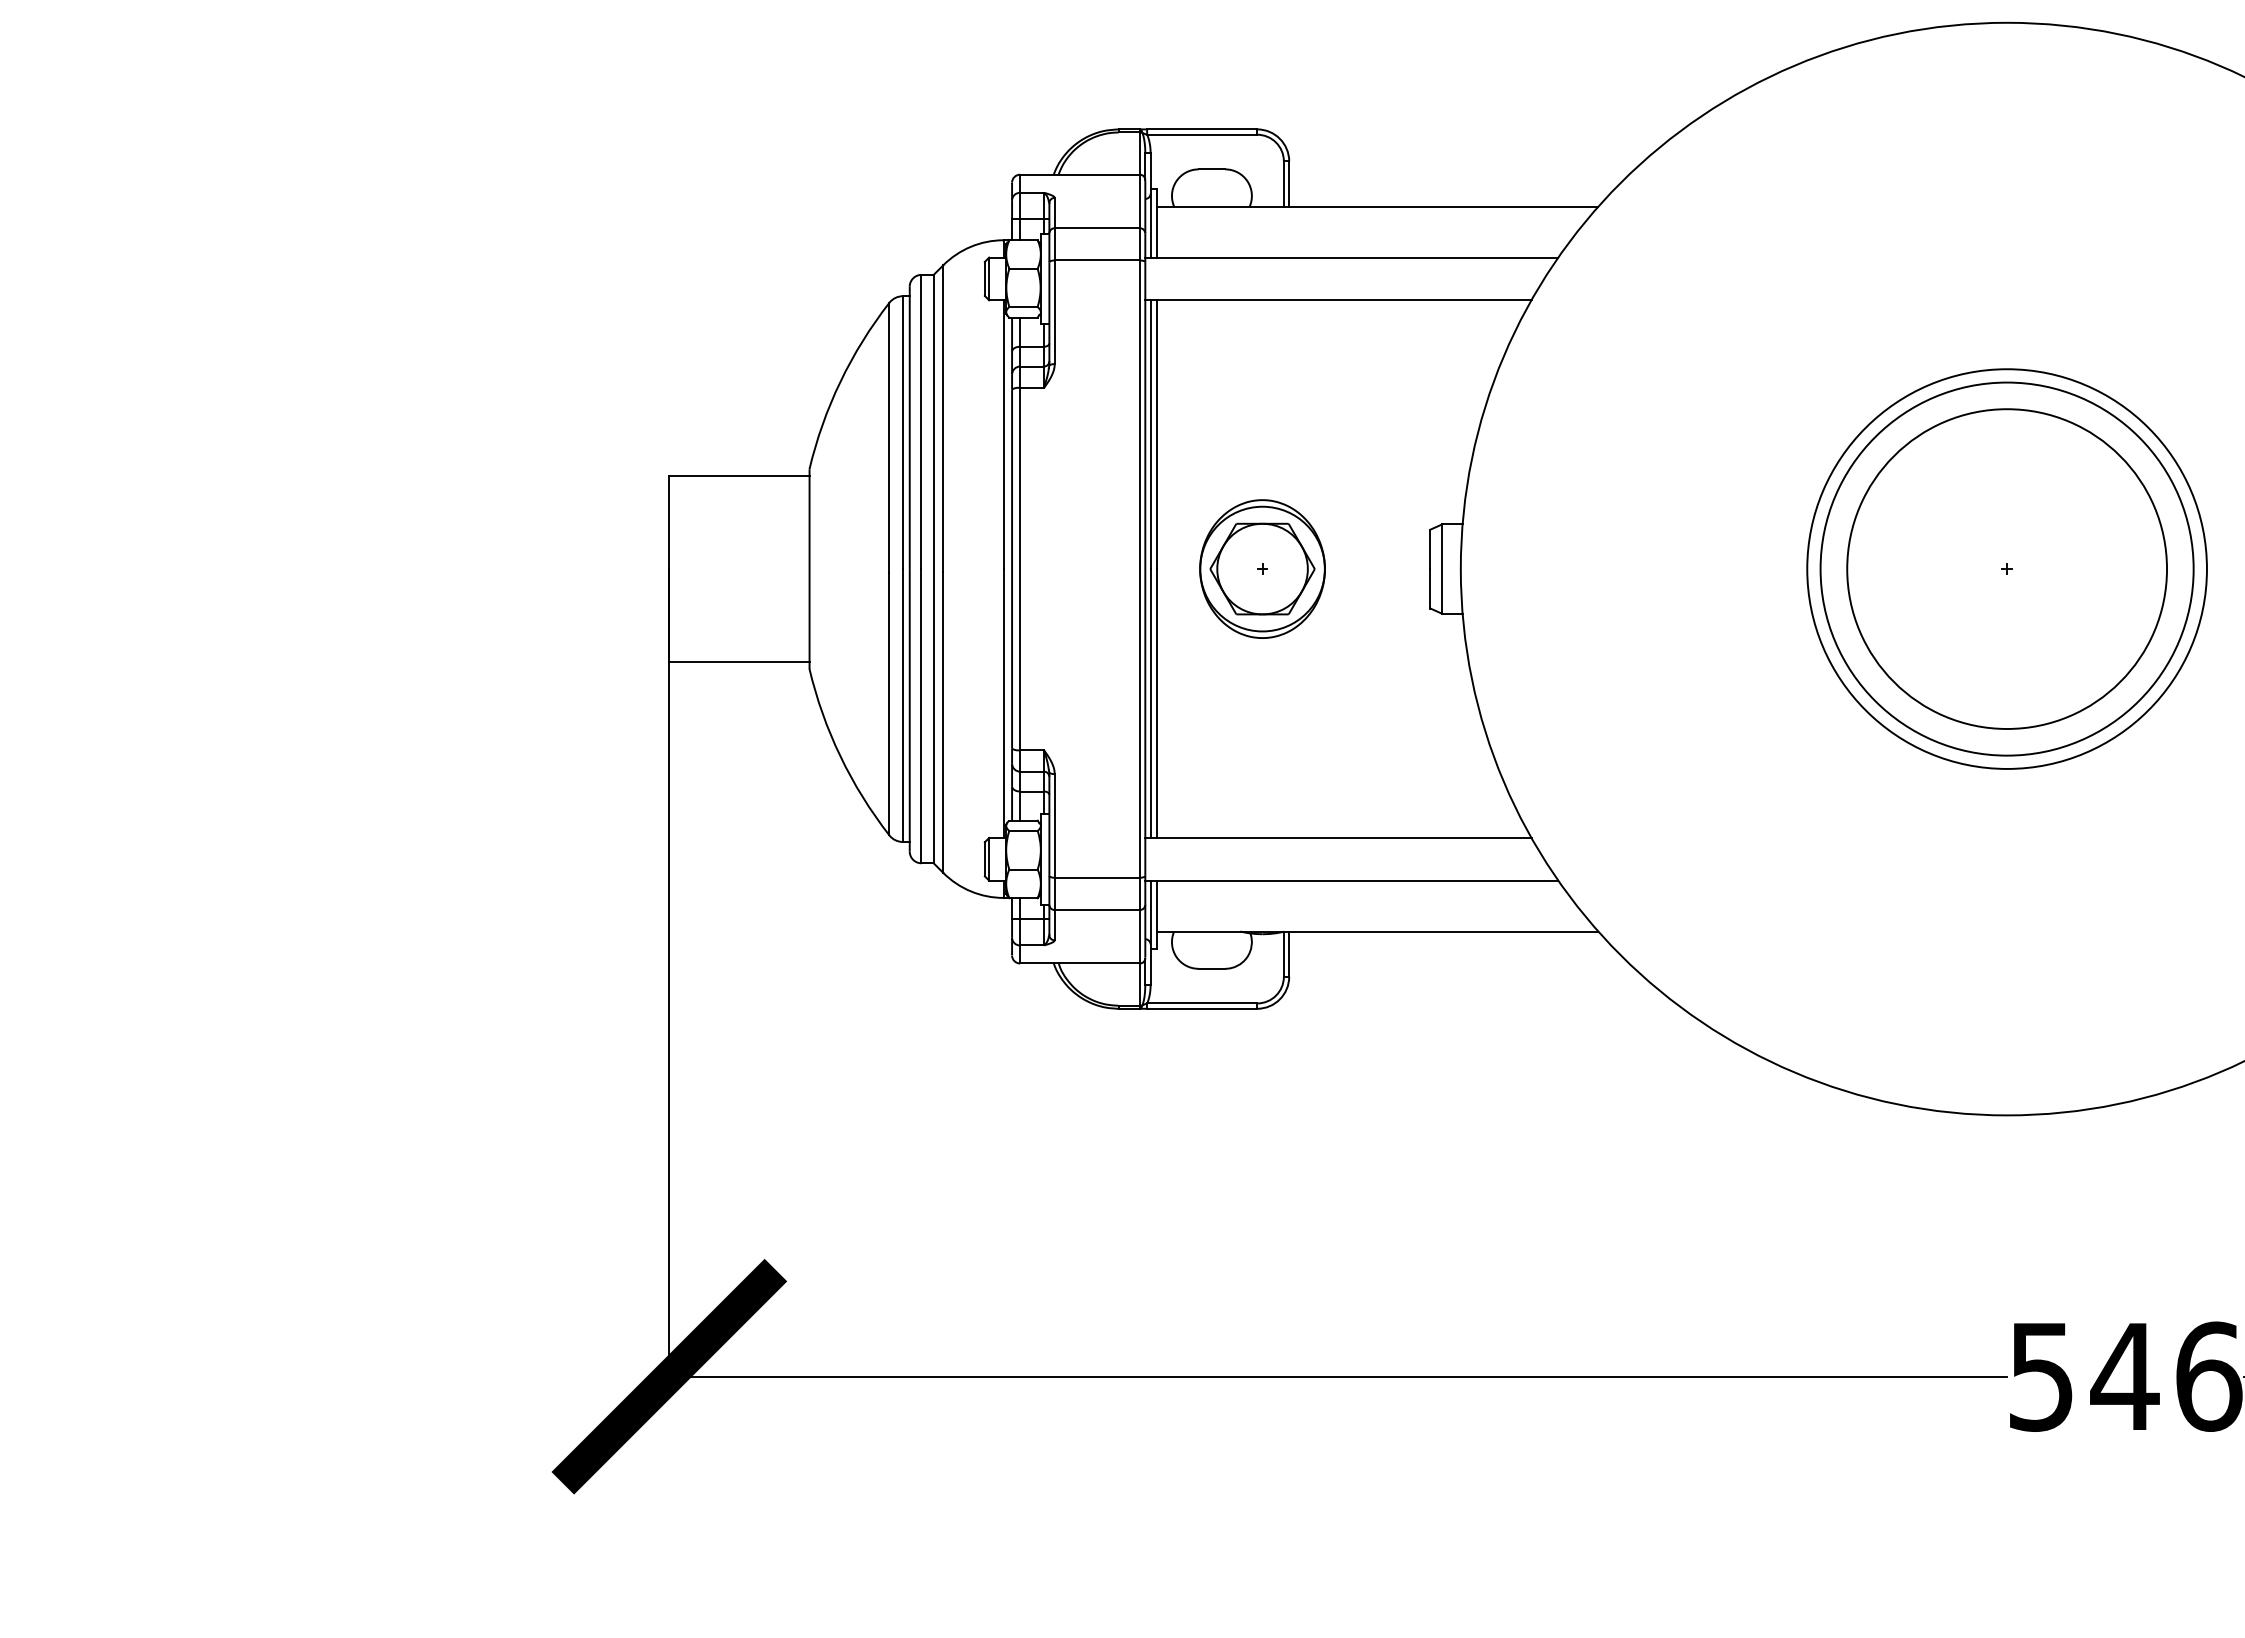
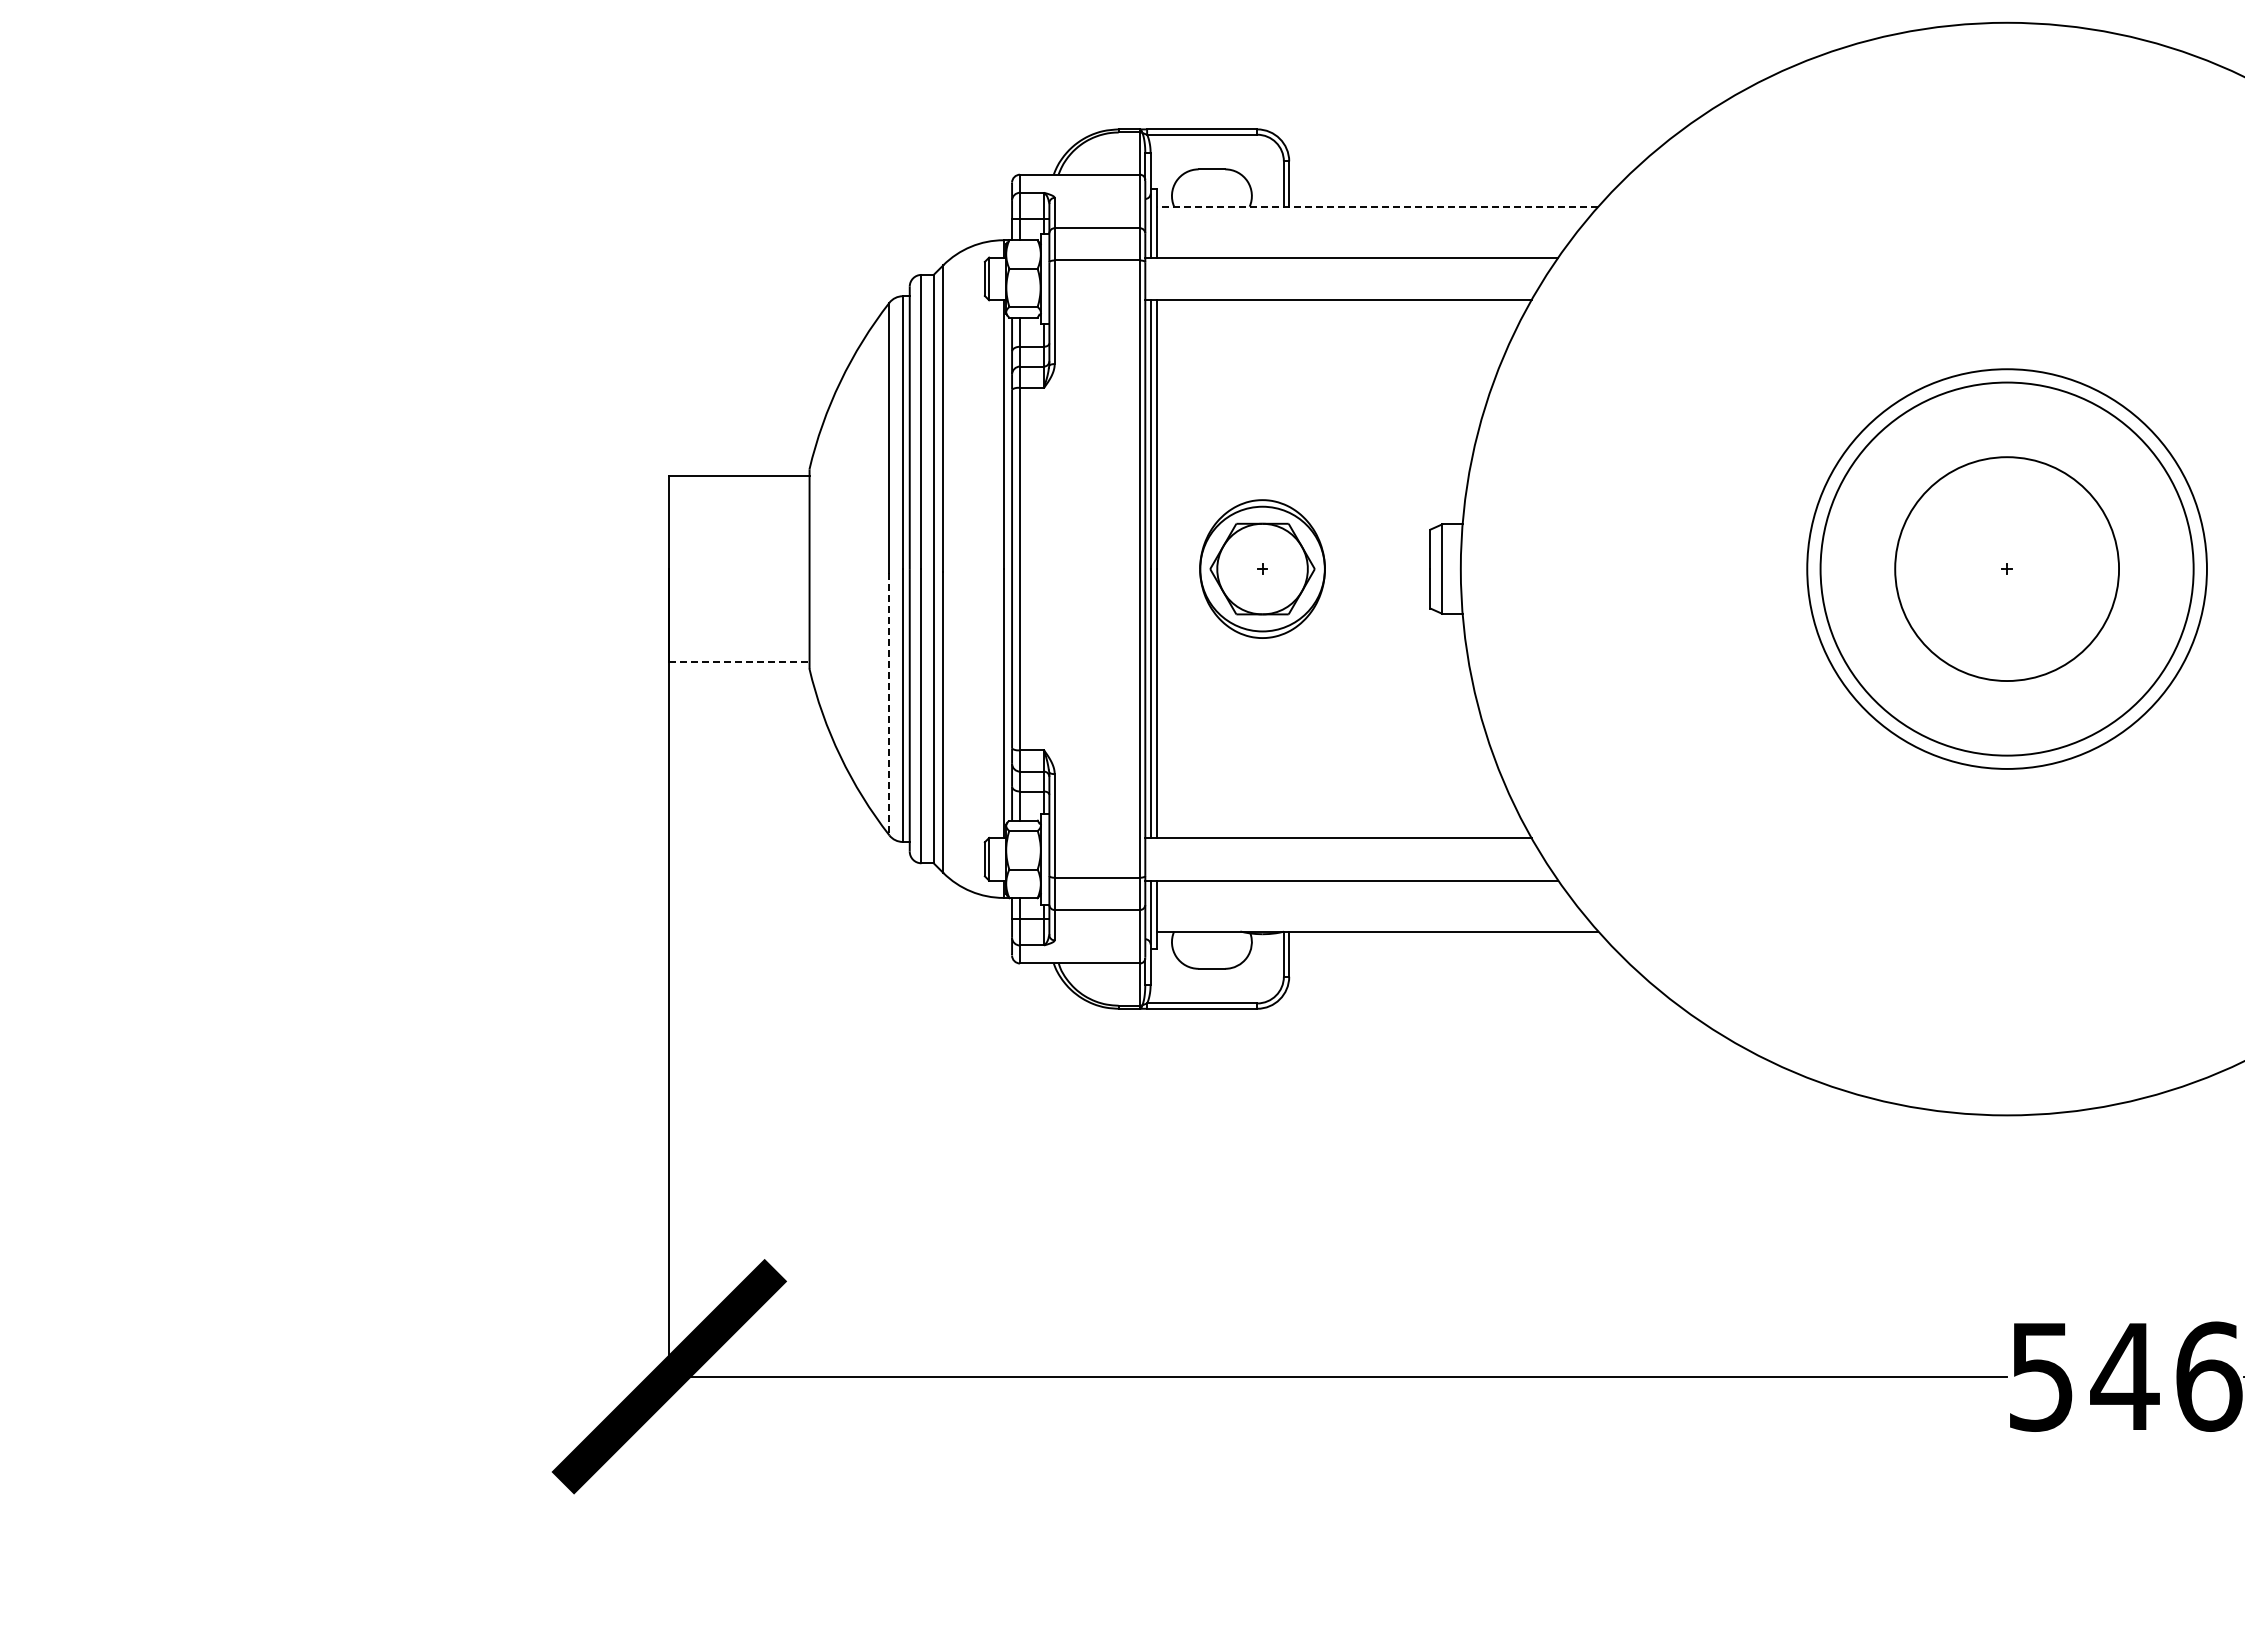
line at (1377, 206): solid -> dashed
circle at (2007, 568) diameter: 320 px -> 224 px
line at (739, 662): solid -> dashed
line at (889, 704): solid -> dashed
